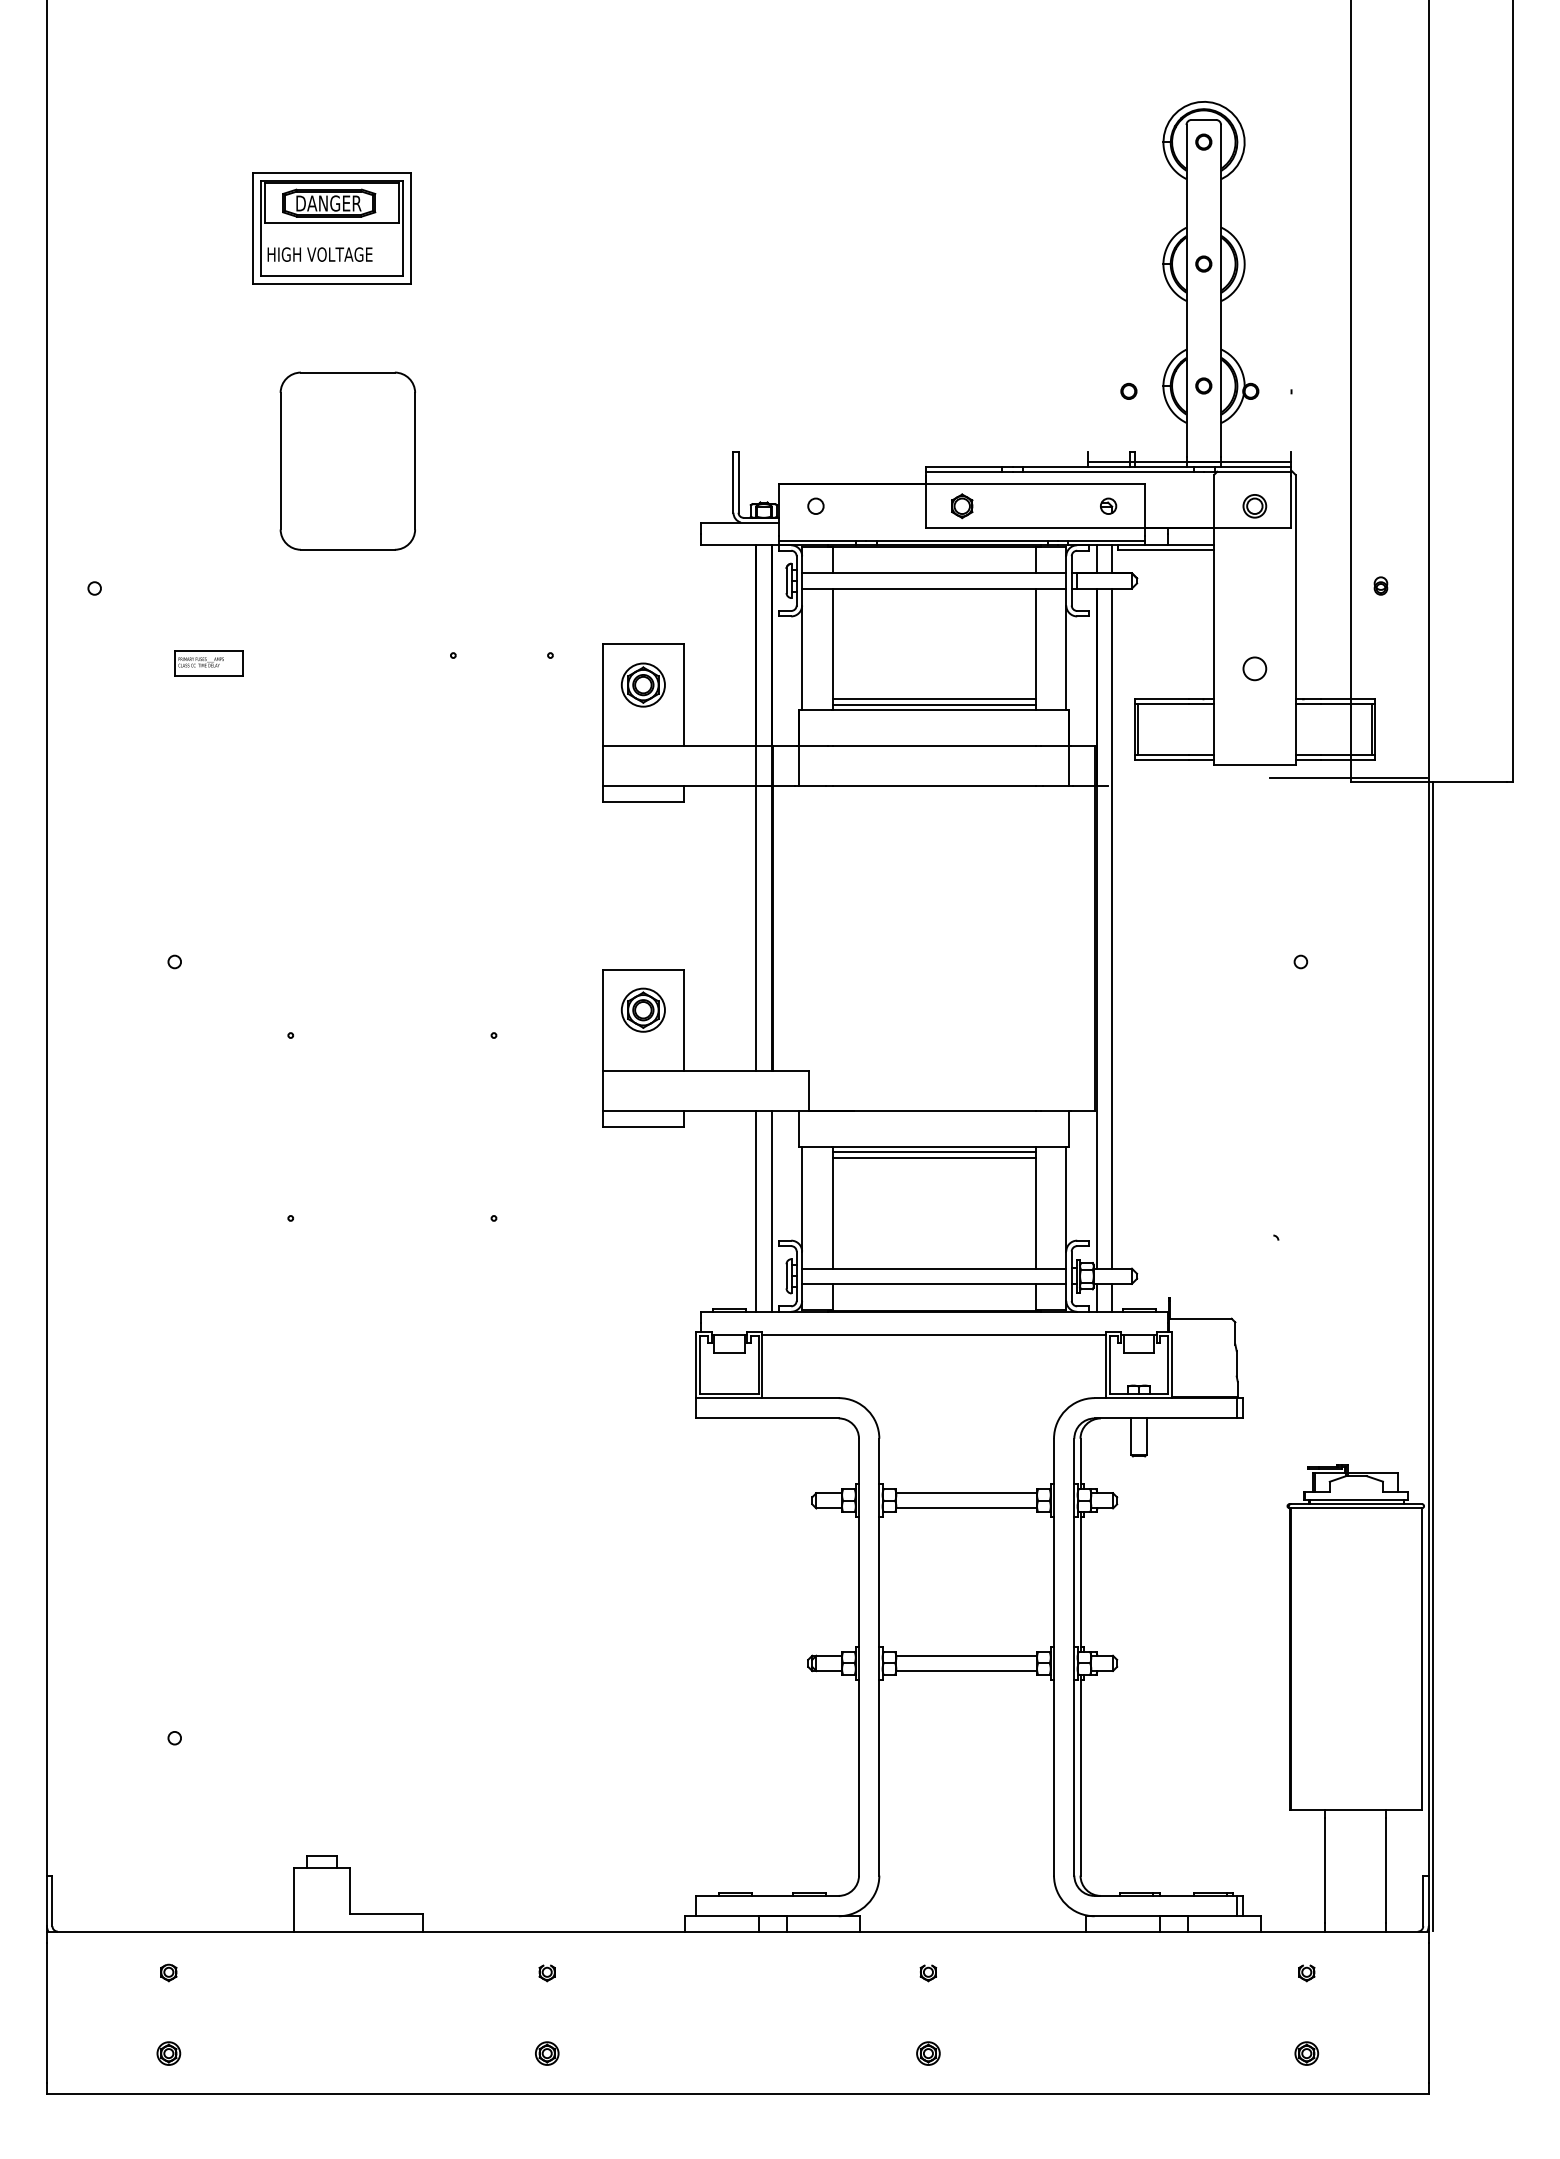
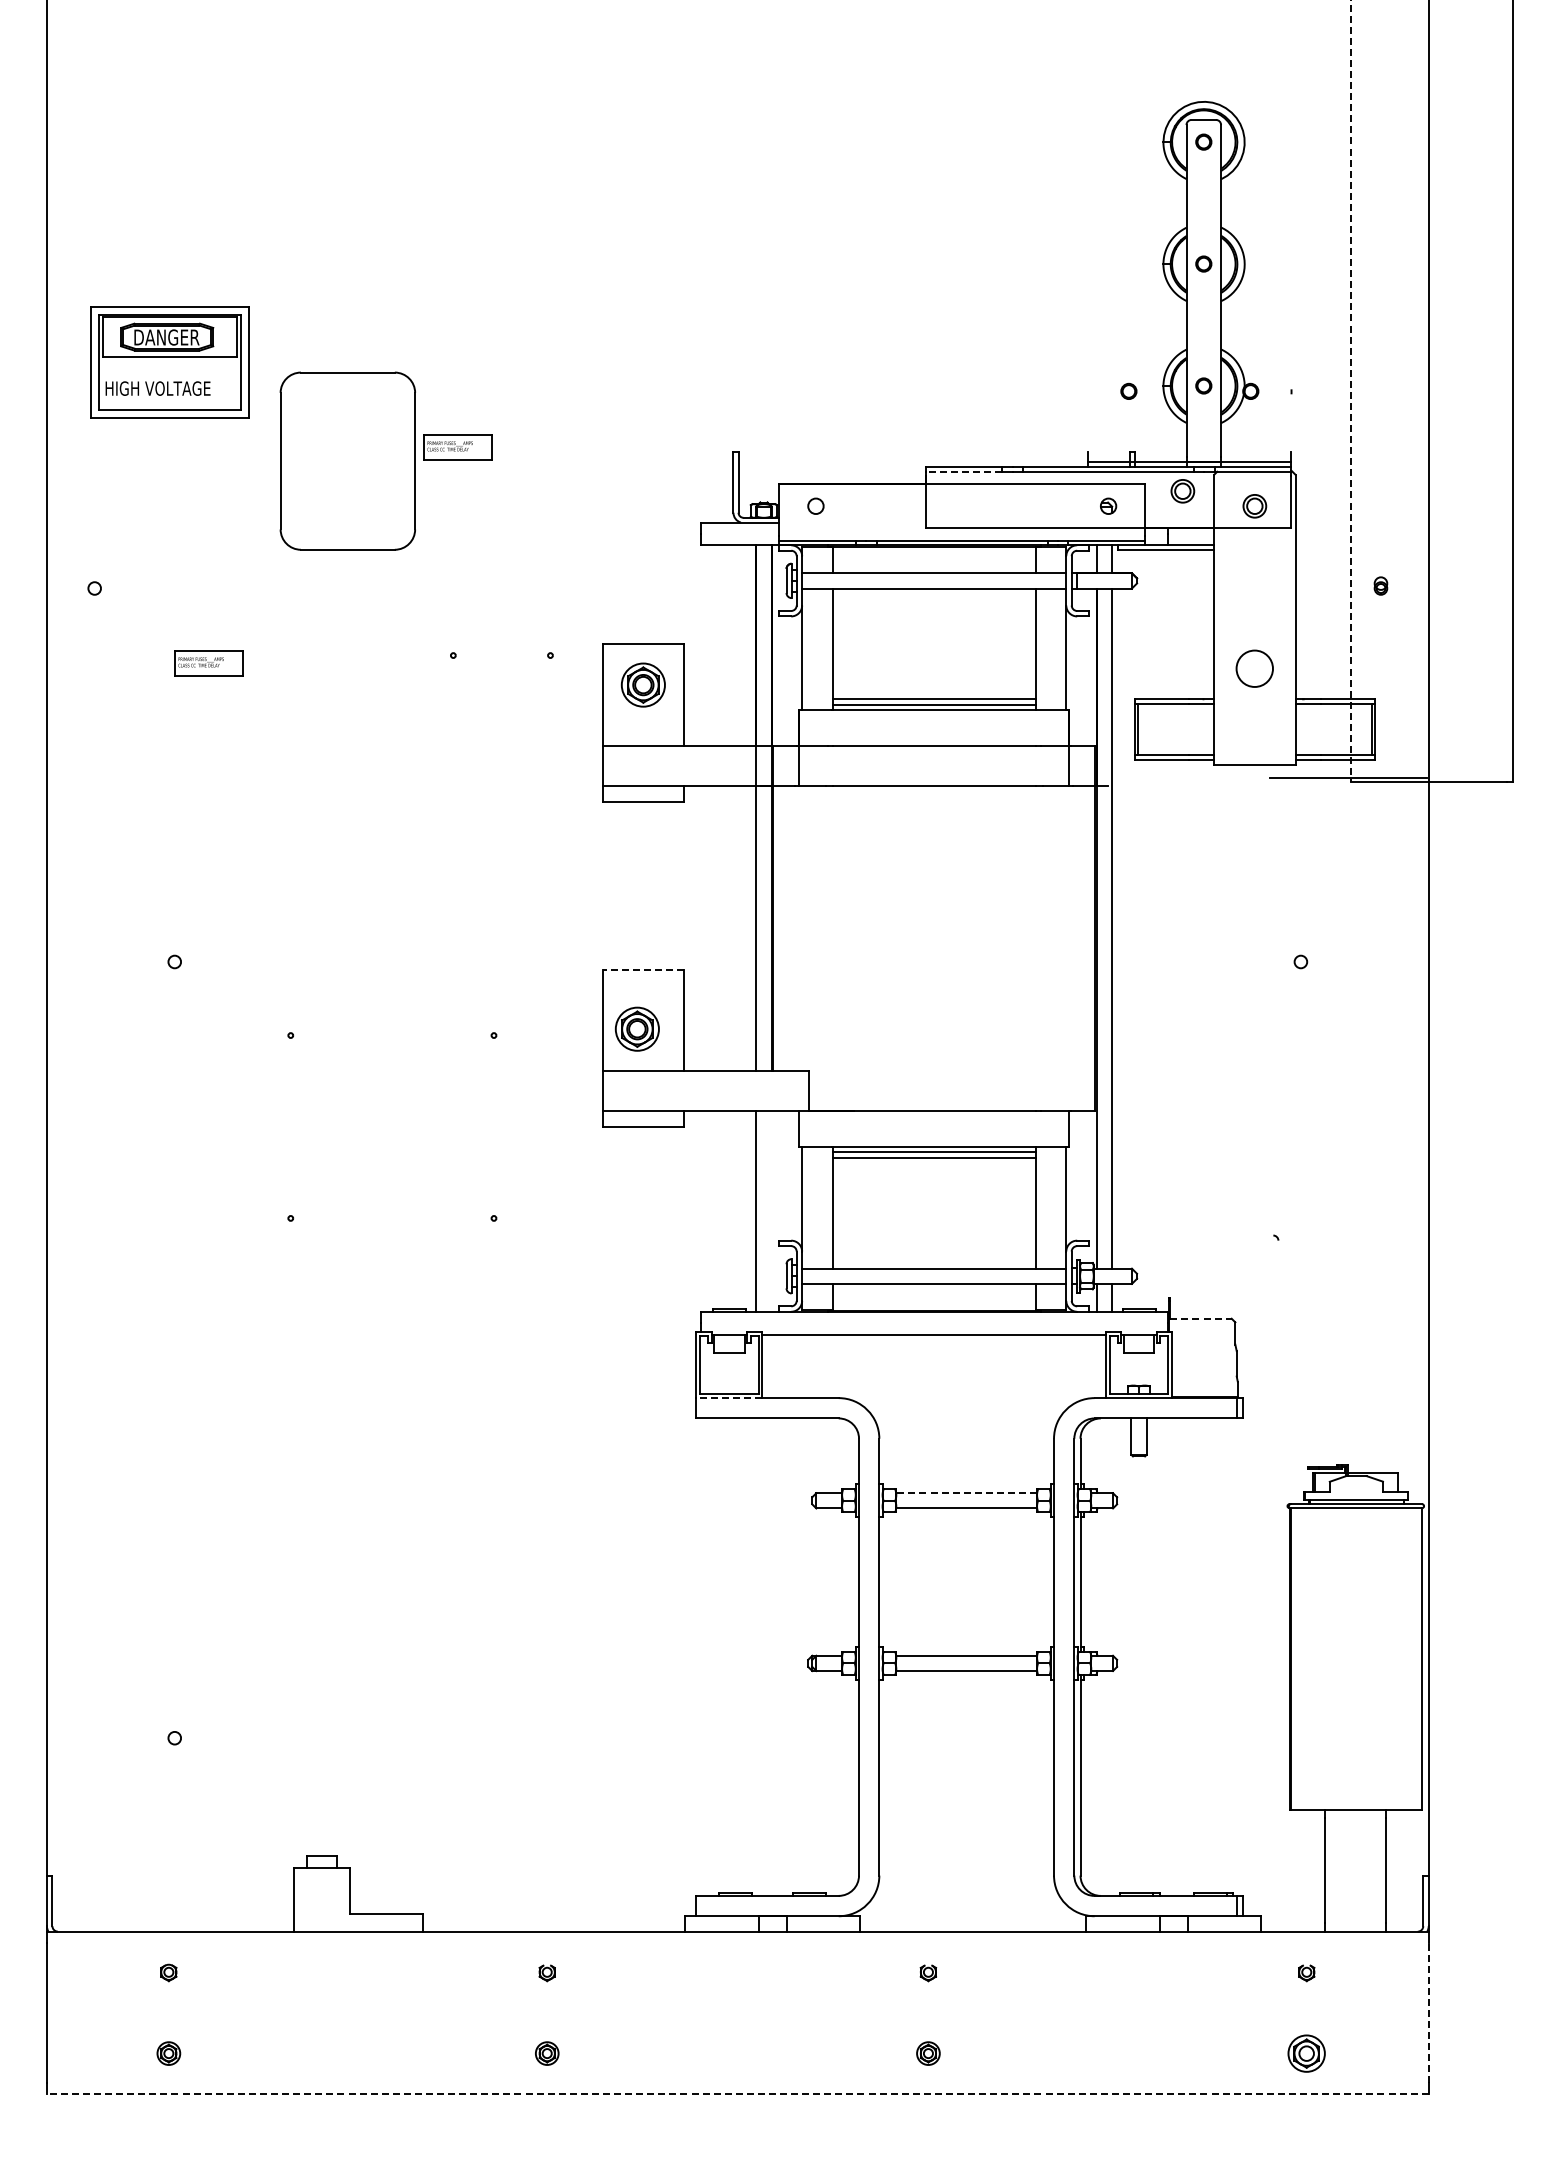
part at (331, 228) position: (331, 228) -> (169, 362)
line at (1350, 390): solid -> dashed
part at (457, 447): none -> present
line at (963, 471): solid -> dashed
part at (1182, 491): none -> present
part at (962, 506): present -> none
circle at (1254, 668) size: 26x26 px -> 39x39 px
line at (643, 969): solid -> dashed
part at (642, 1009) position: (642, 1009) -> (636, 1028)
line at (771, 1211): present -> none
line at (1201, 1318): solid -> dashed
line at (1432, 1356): present -> none
line at (729, 1398): solid -> dashed
line at (966, 1493): solid -> dashed
line at (1428, 2012): solid -> dashed
part at (1306, 2053) size: 26x25 px -> 39x39 px
line at (737, 2094): solid -> dashed
